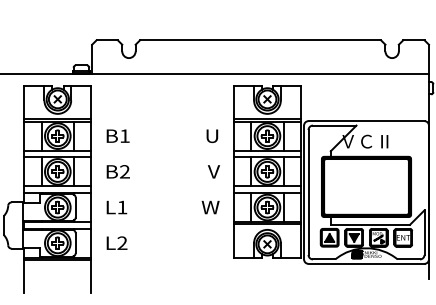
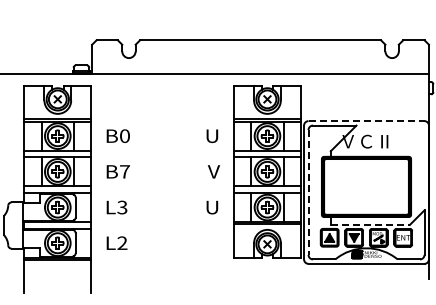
line at (366, 121): solid -> dashed
text at (124, 135): B1 -> B0
text at (124, 171): B2 -> B7
line at (308, 193): solid -> dashed
text at (122, 207): L1 -> L3
text at (210, 207): W -> U
line at (370, 224): solid -> dashed
